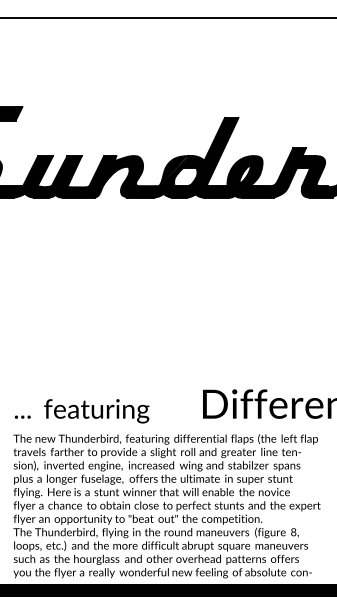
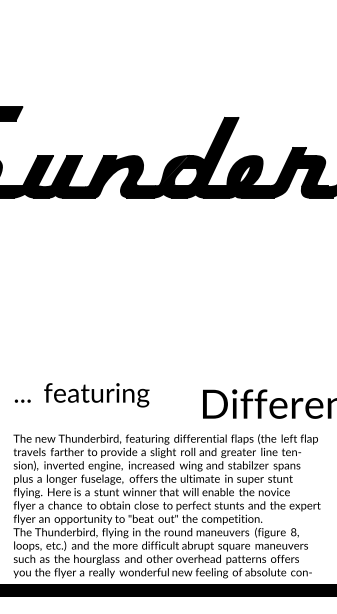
line at (167, 18): present -> none
text at (81, 411) position: (81, 411) -> (81, 395)
